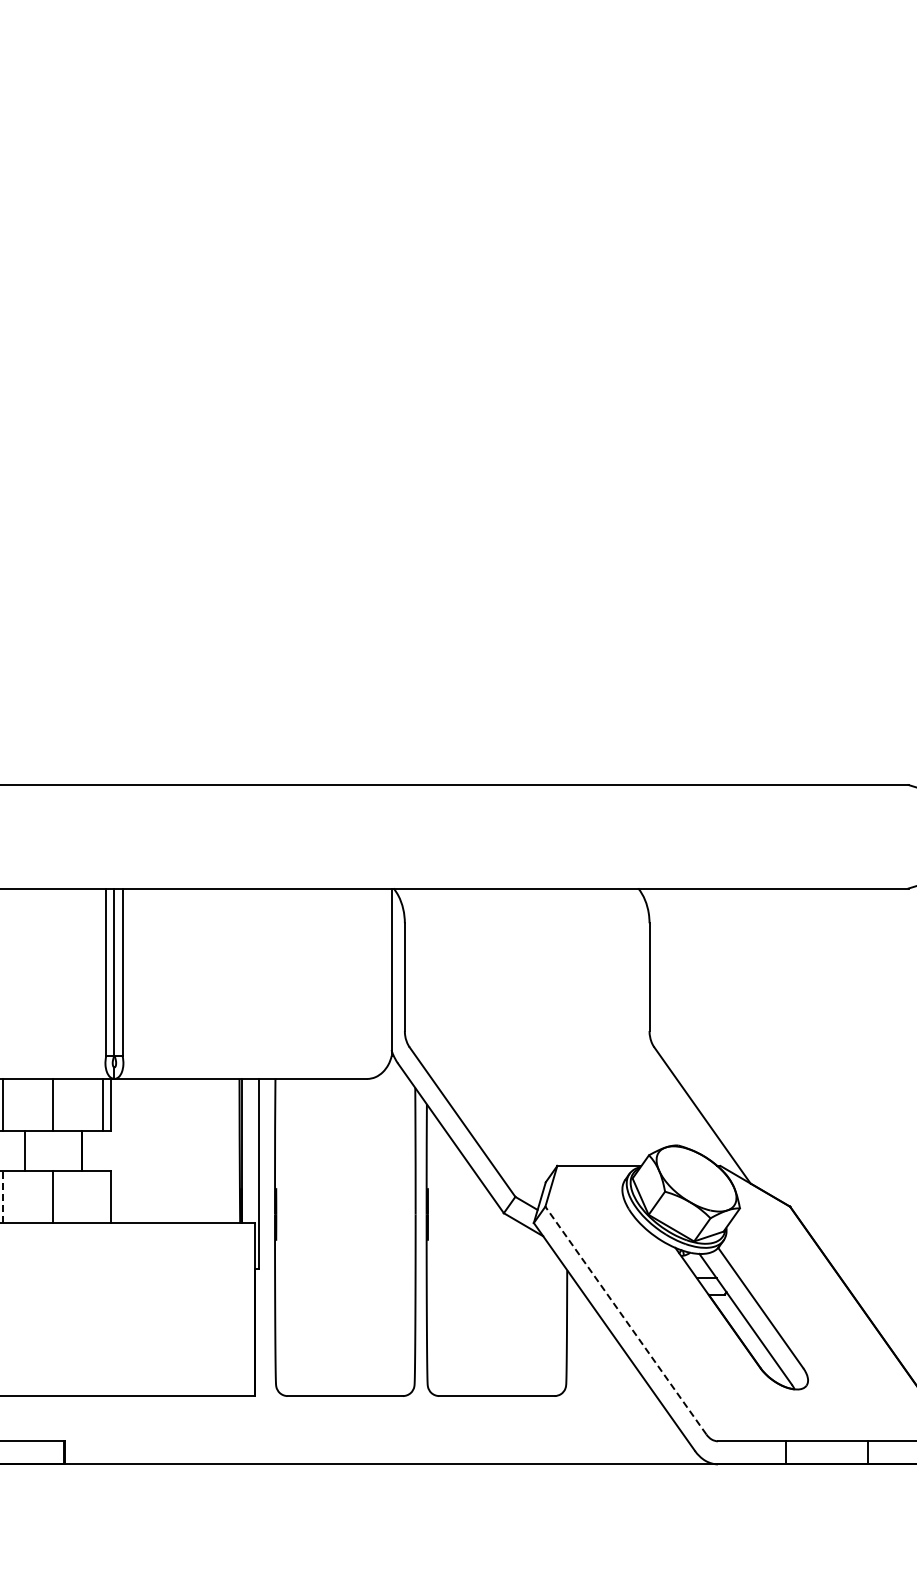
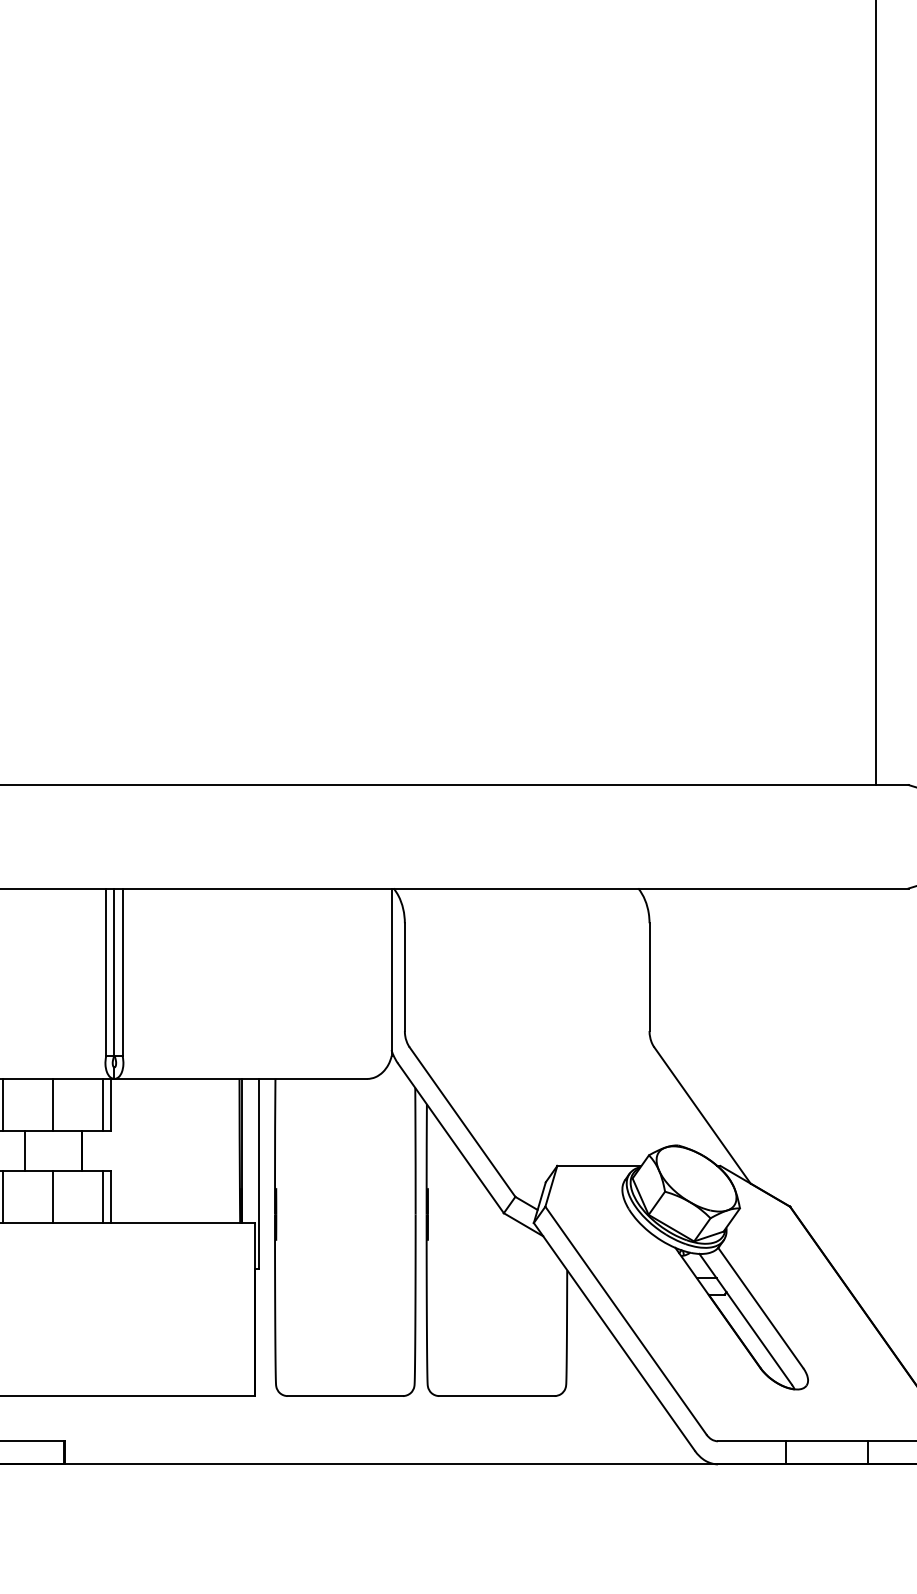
line at (876, 393): none -> present
line at (3, 1197): dashed -> solid
line at (103, 1197): none -> present
line at (625, 1320): dashed -> solid
